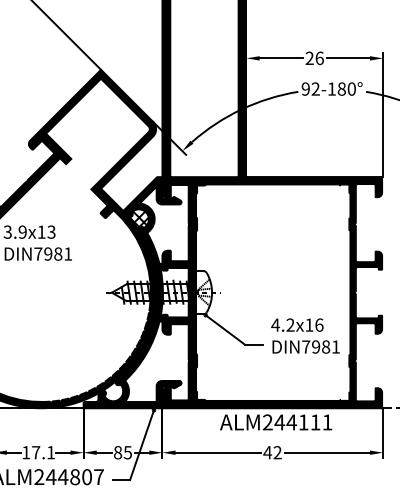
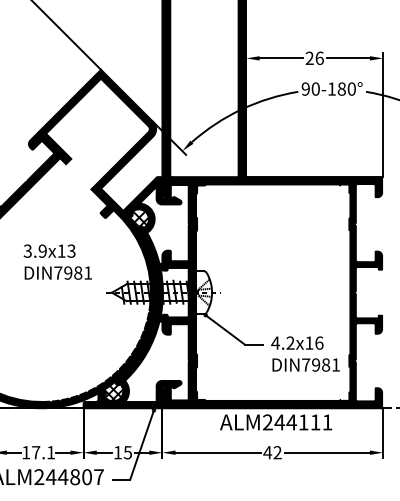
text at (315, 88): 92-180° -> 90-180°
text at (37, 242) position: (37, 242) -> (57, 261)
text at (305, 335) position: (305, 335) -> (305, 353)
hatch at (113, 391): none -> present
text at (118, 452): 85 -> 15
